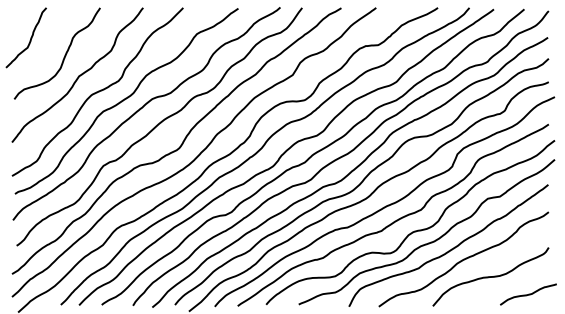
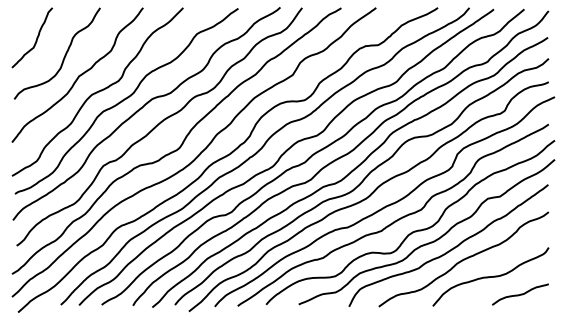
curve at (30, 37) position: (30, 37) -> (36, 37)
curve at (528, 294) position: (528, 294) -> (520, 294)
